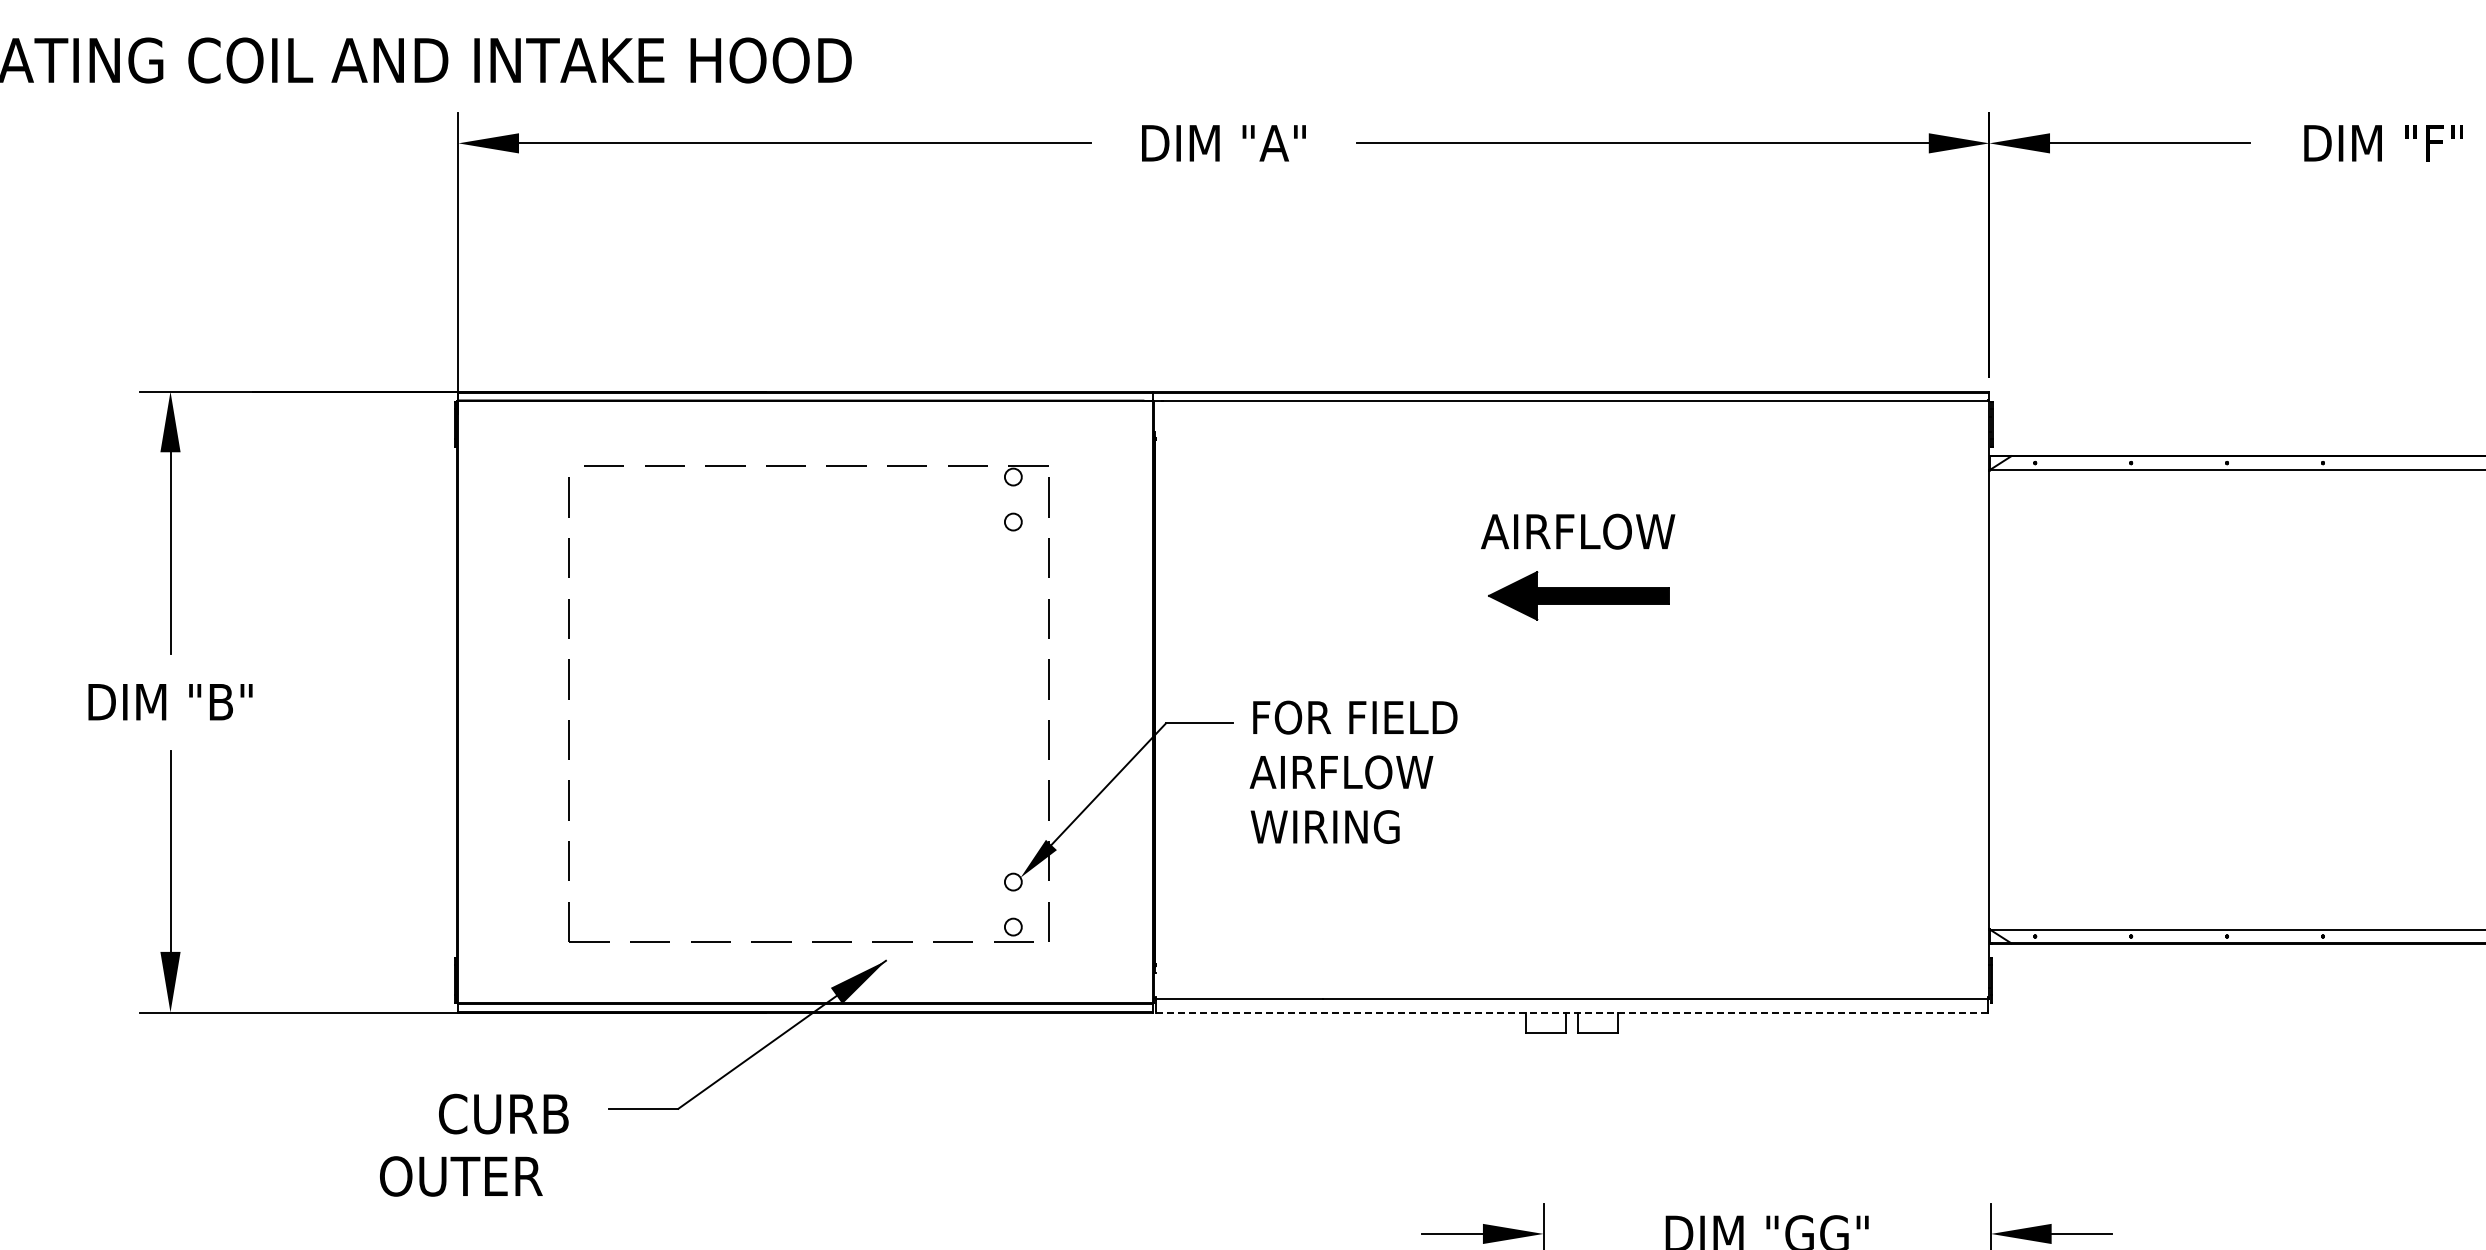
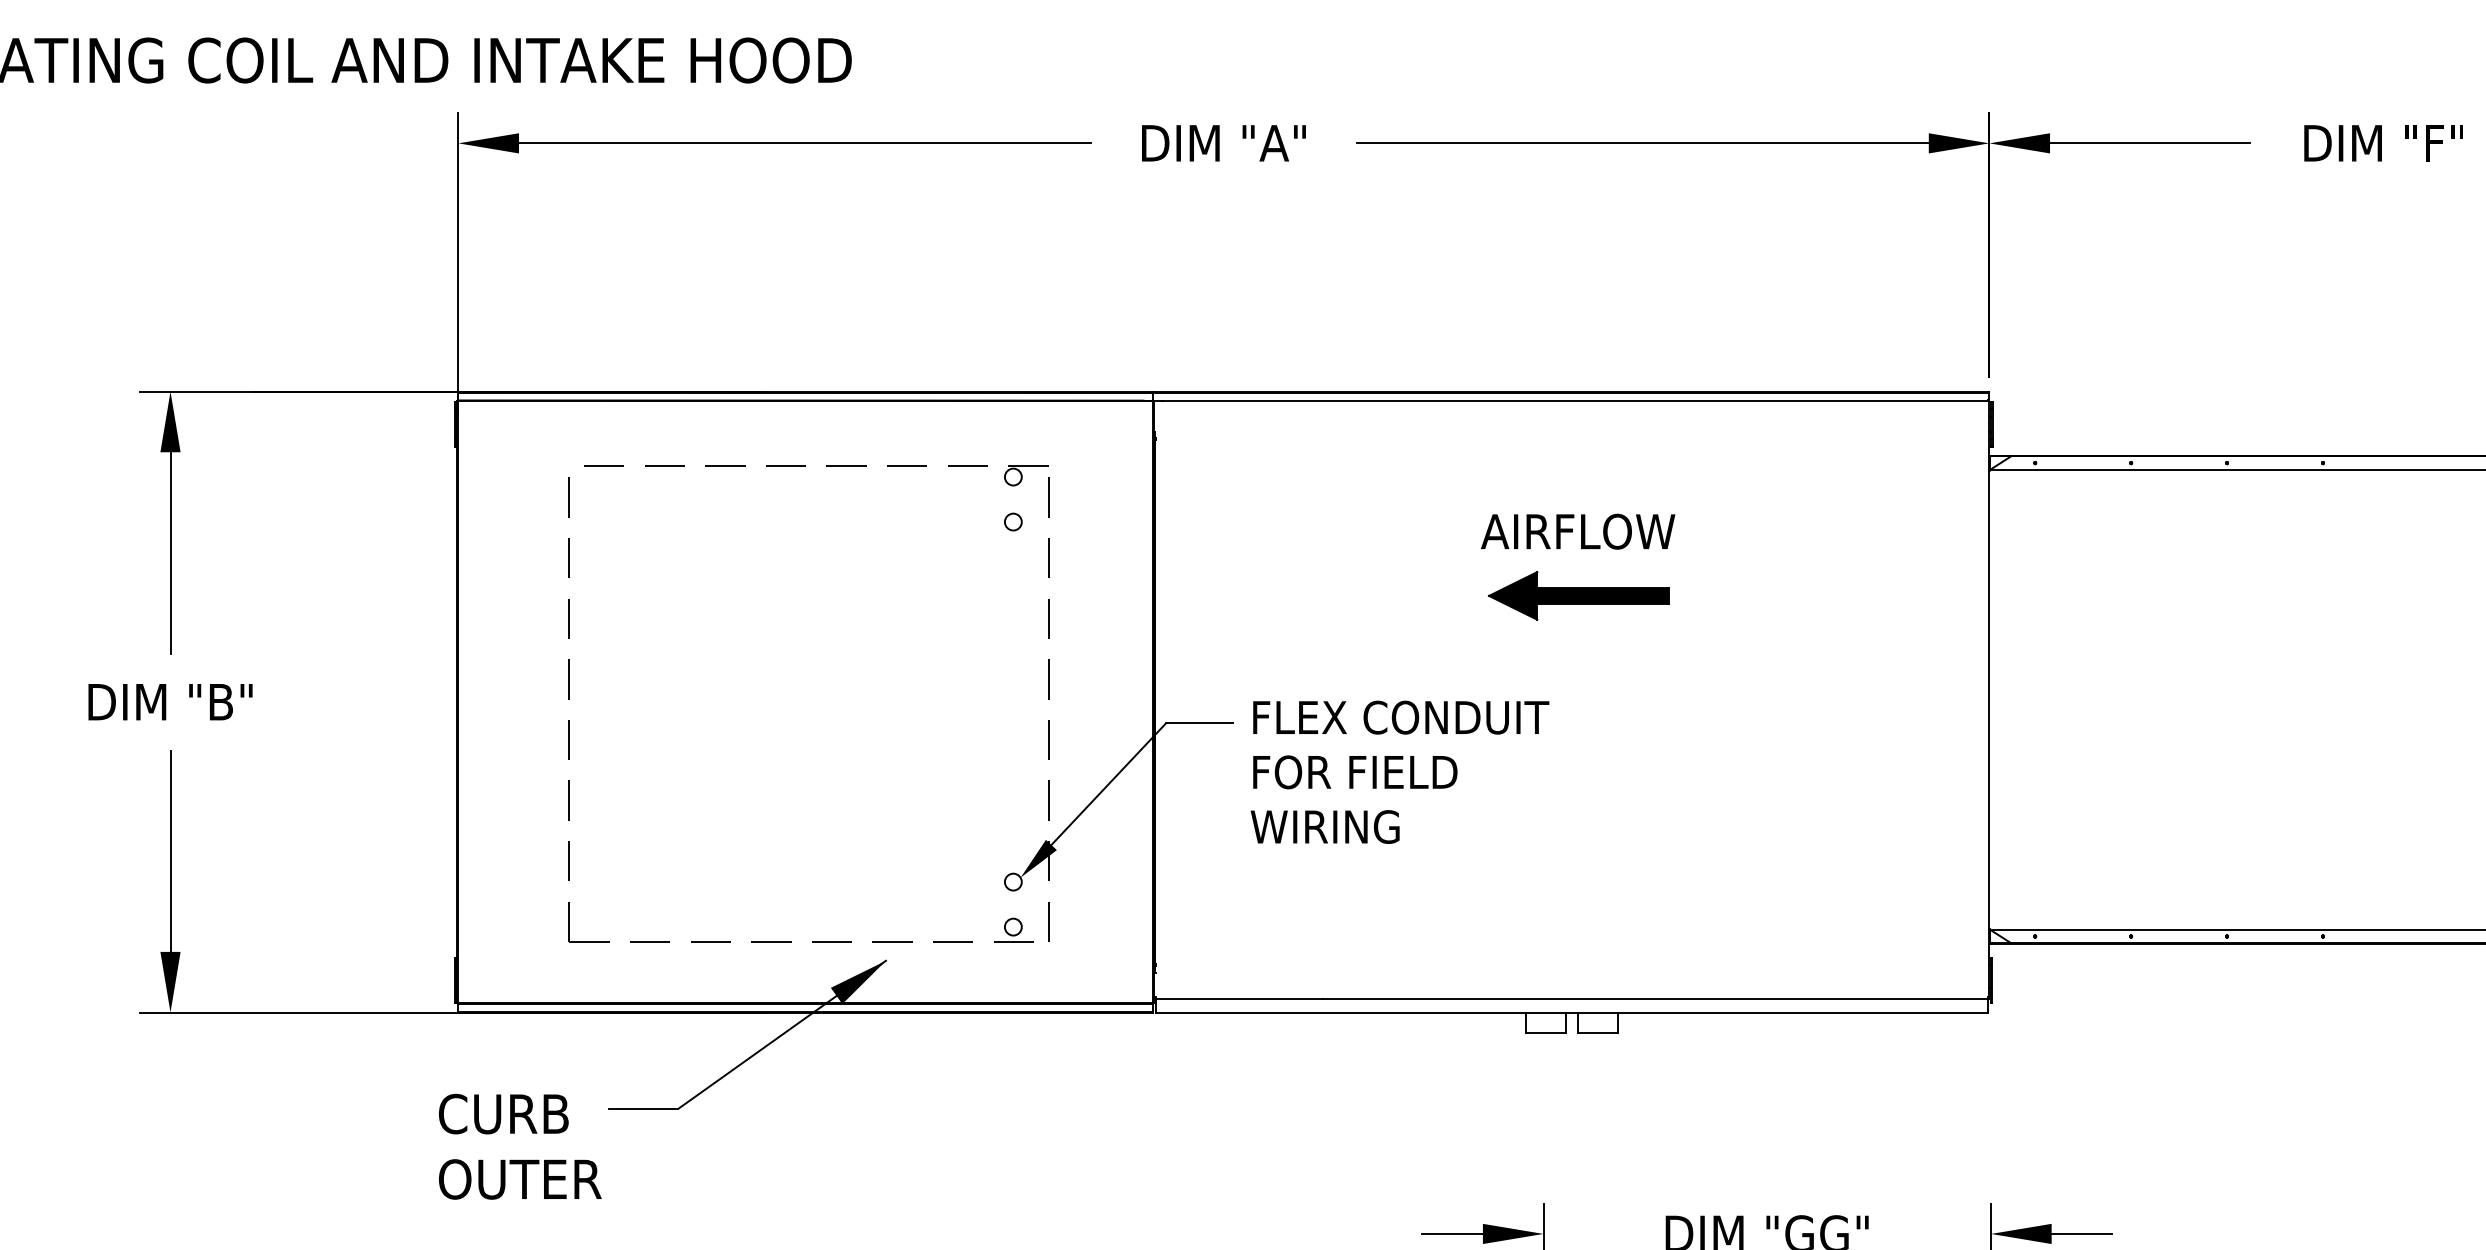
text at (1411, 717): FOR FIELD -> FLEX CONDUIT
text at (1353, 772): AIRFLOW -> FOR FIELD
line at (1572, 1012): dashed -> solid
text at (461, 1176) position: (461, 1176) -> (520, 1179)
